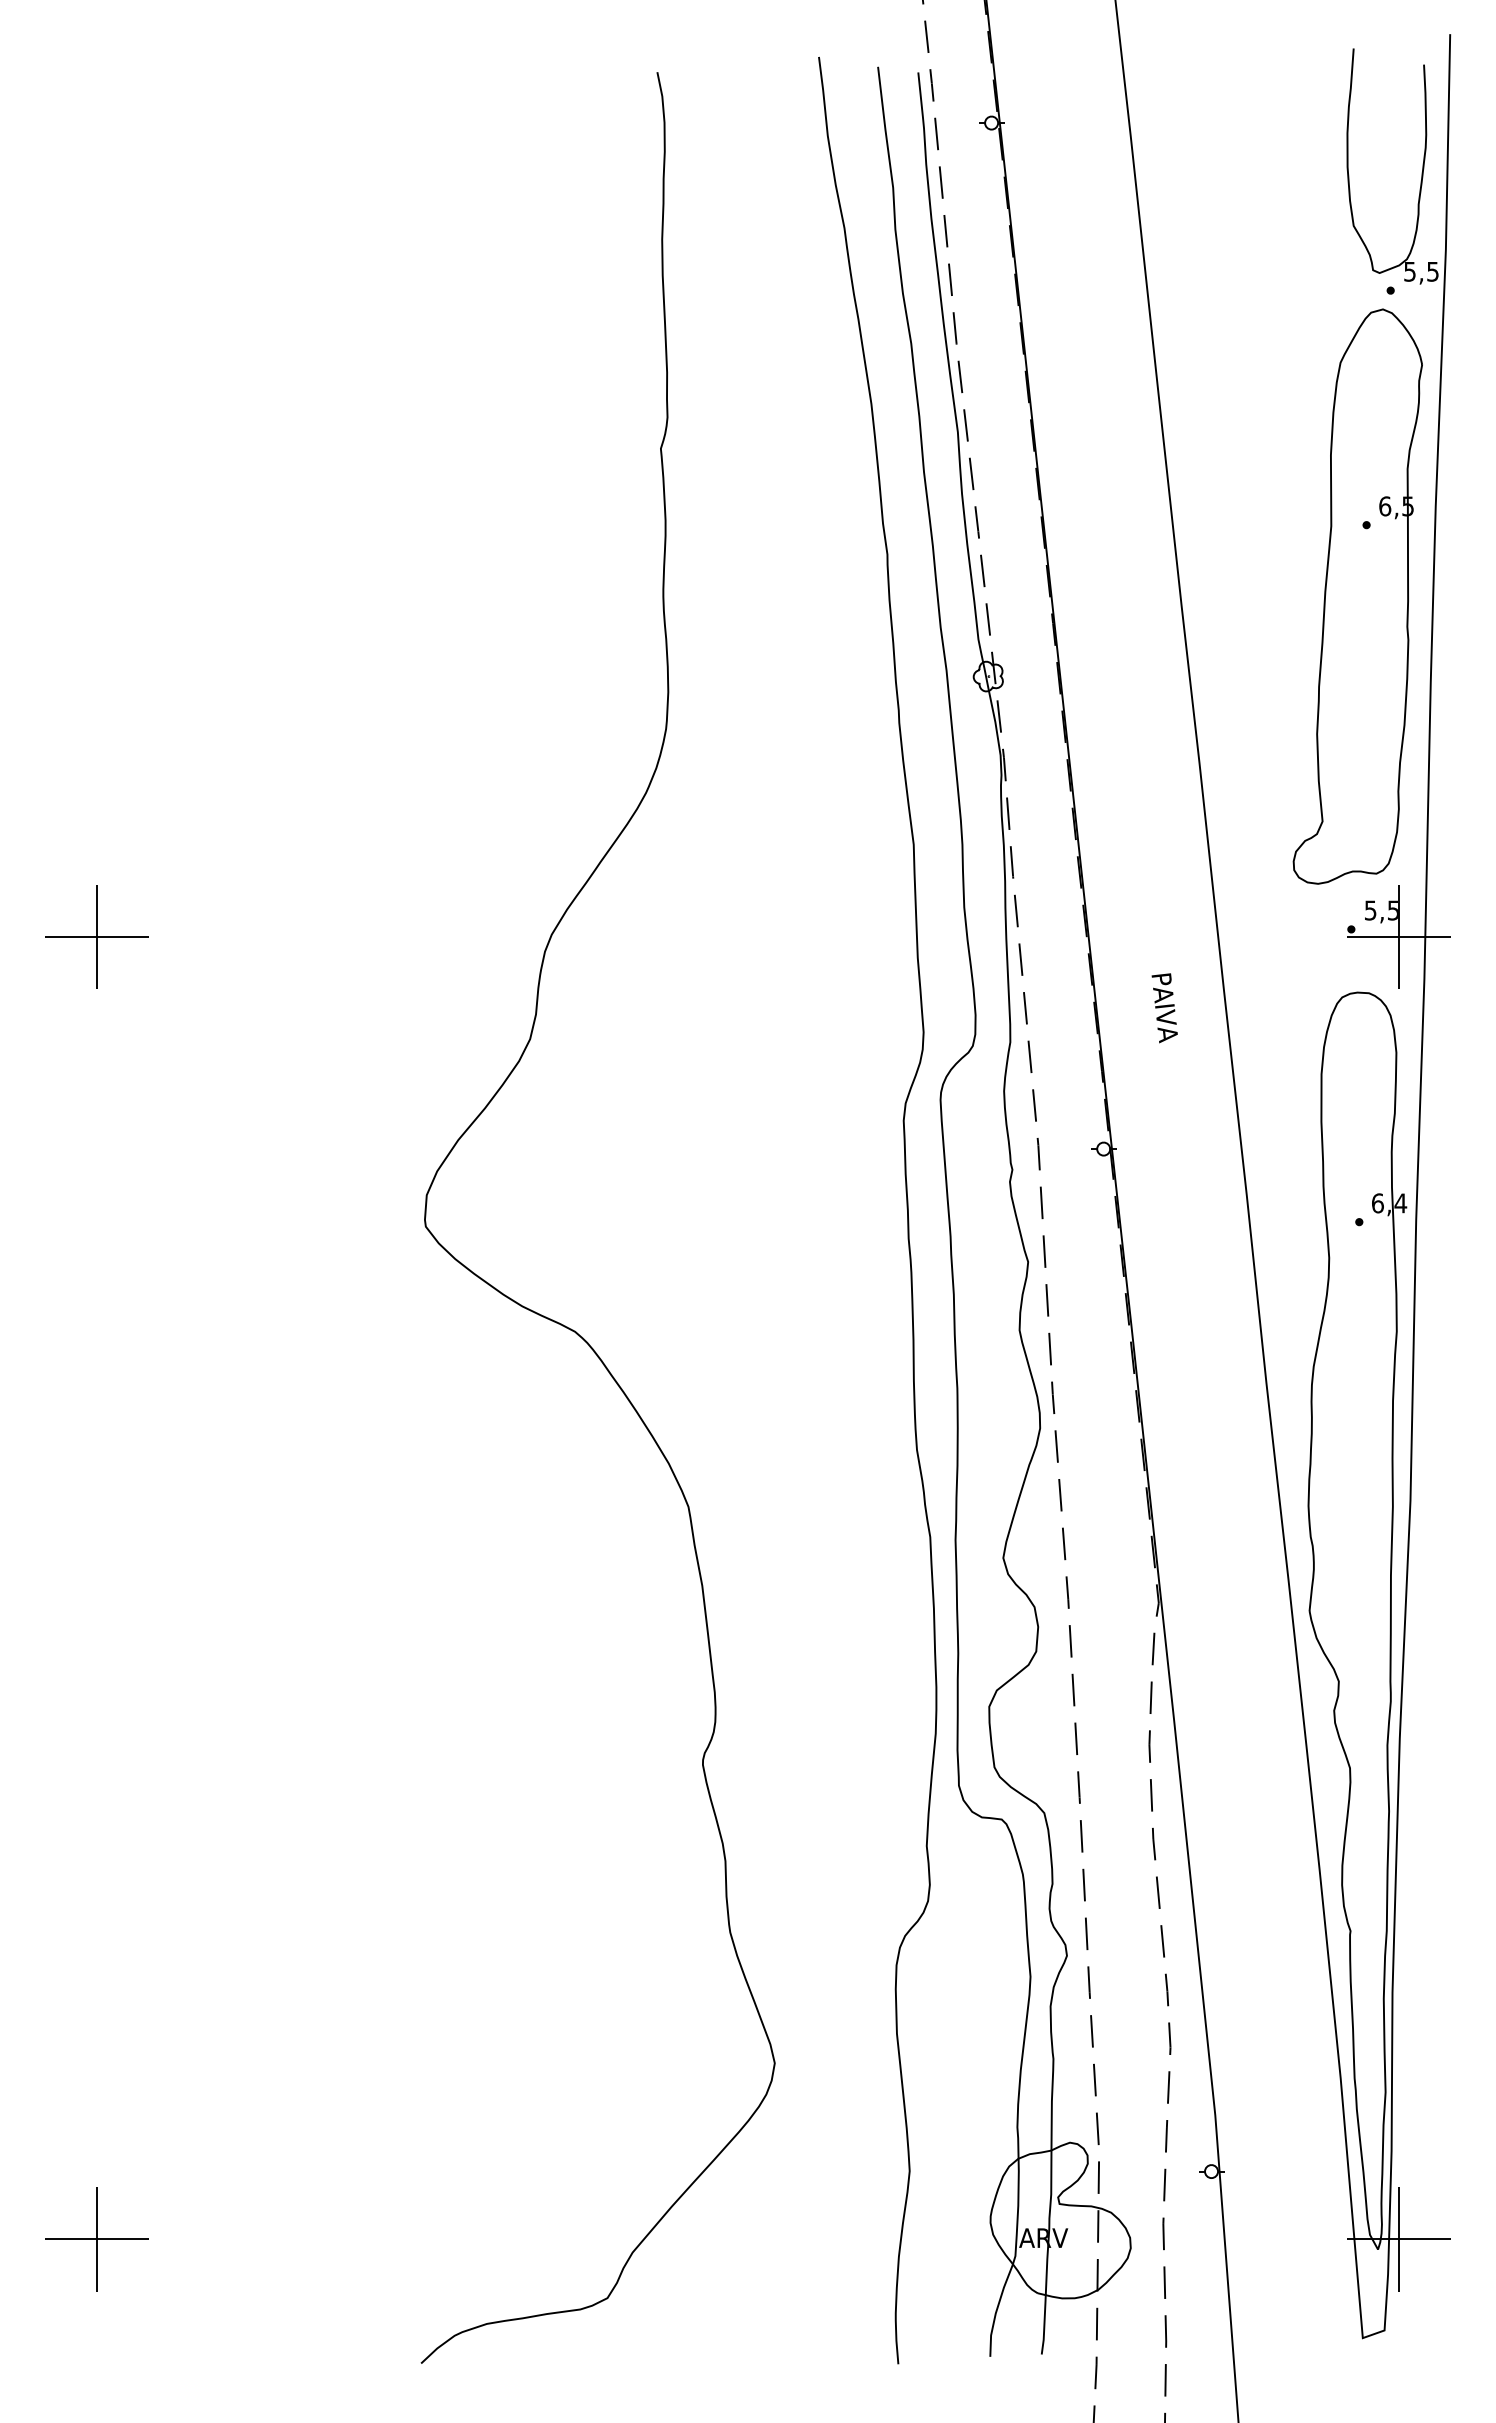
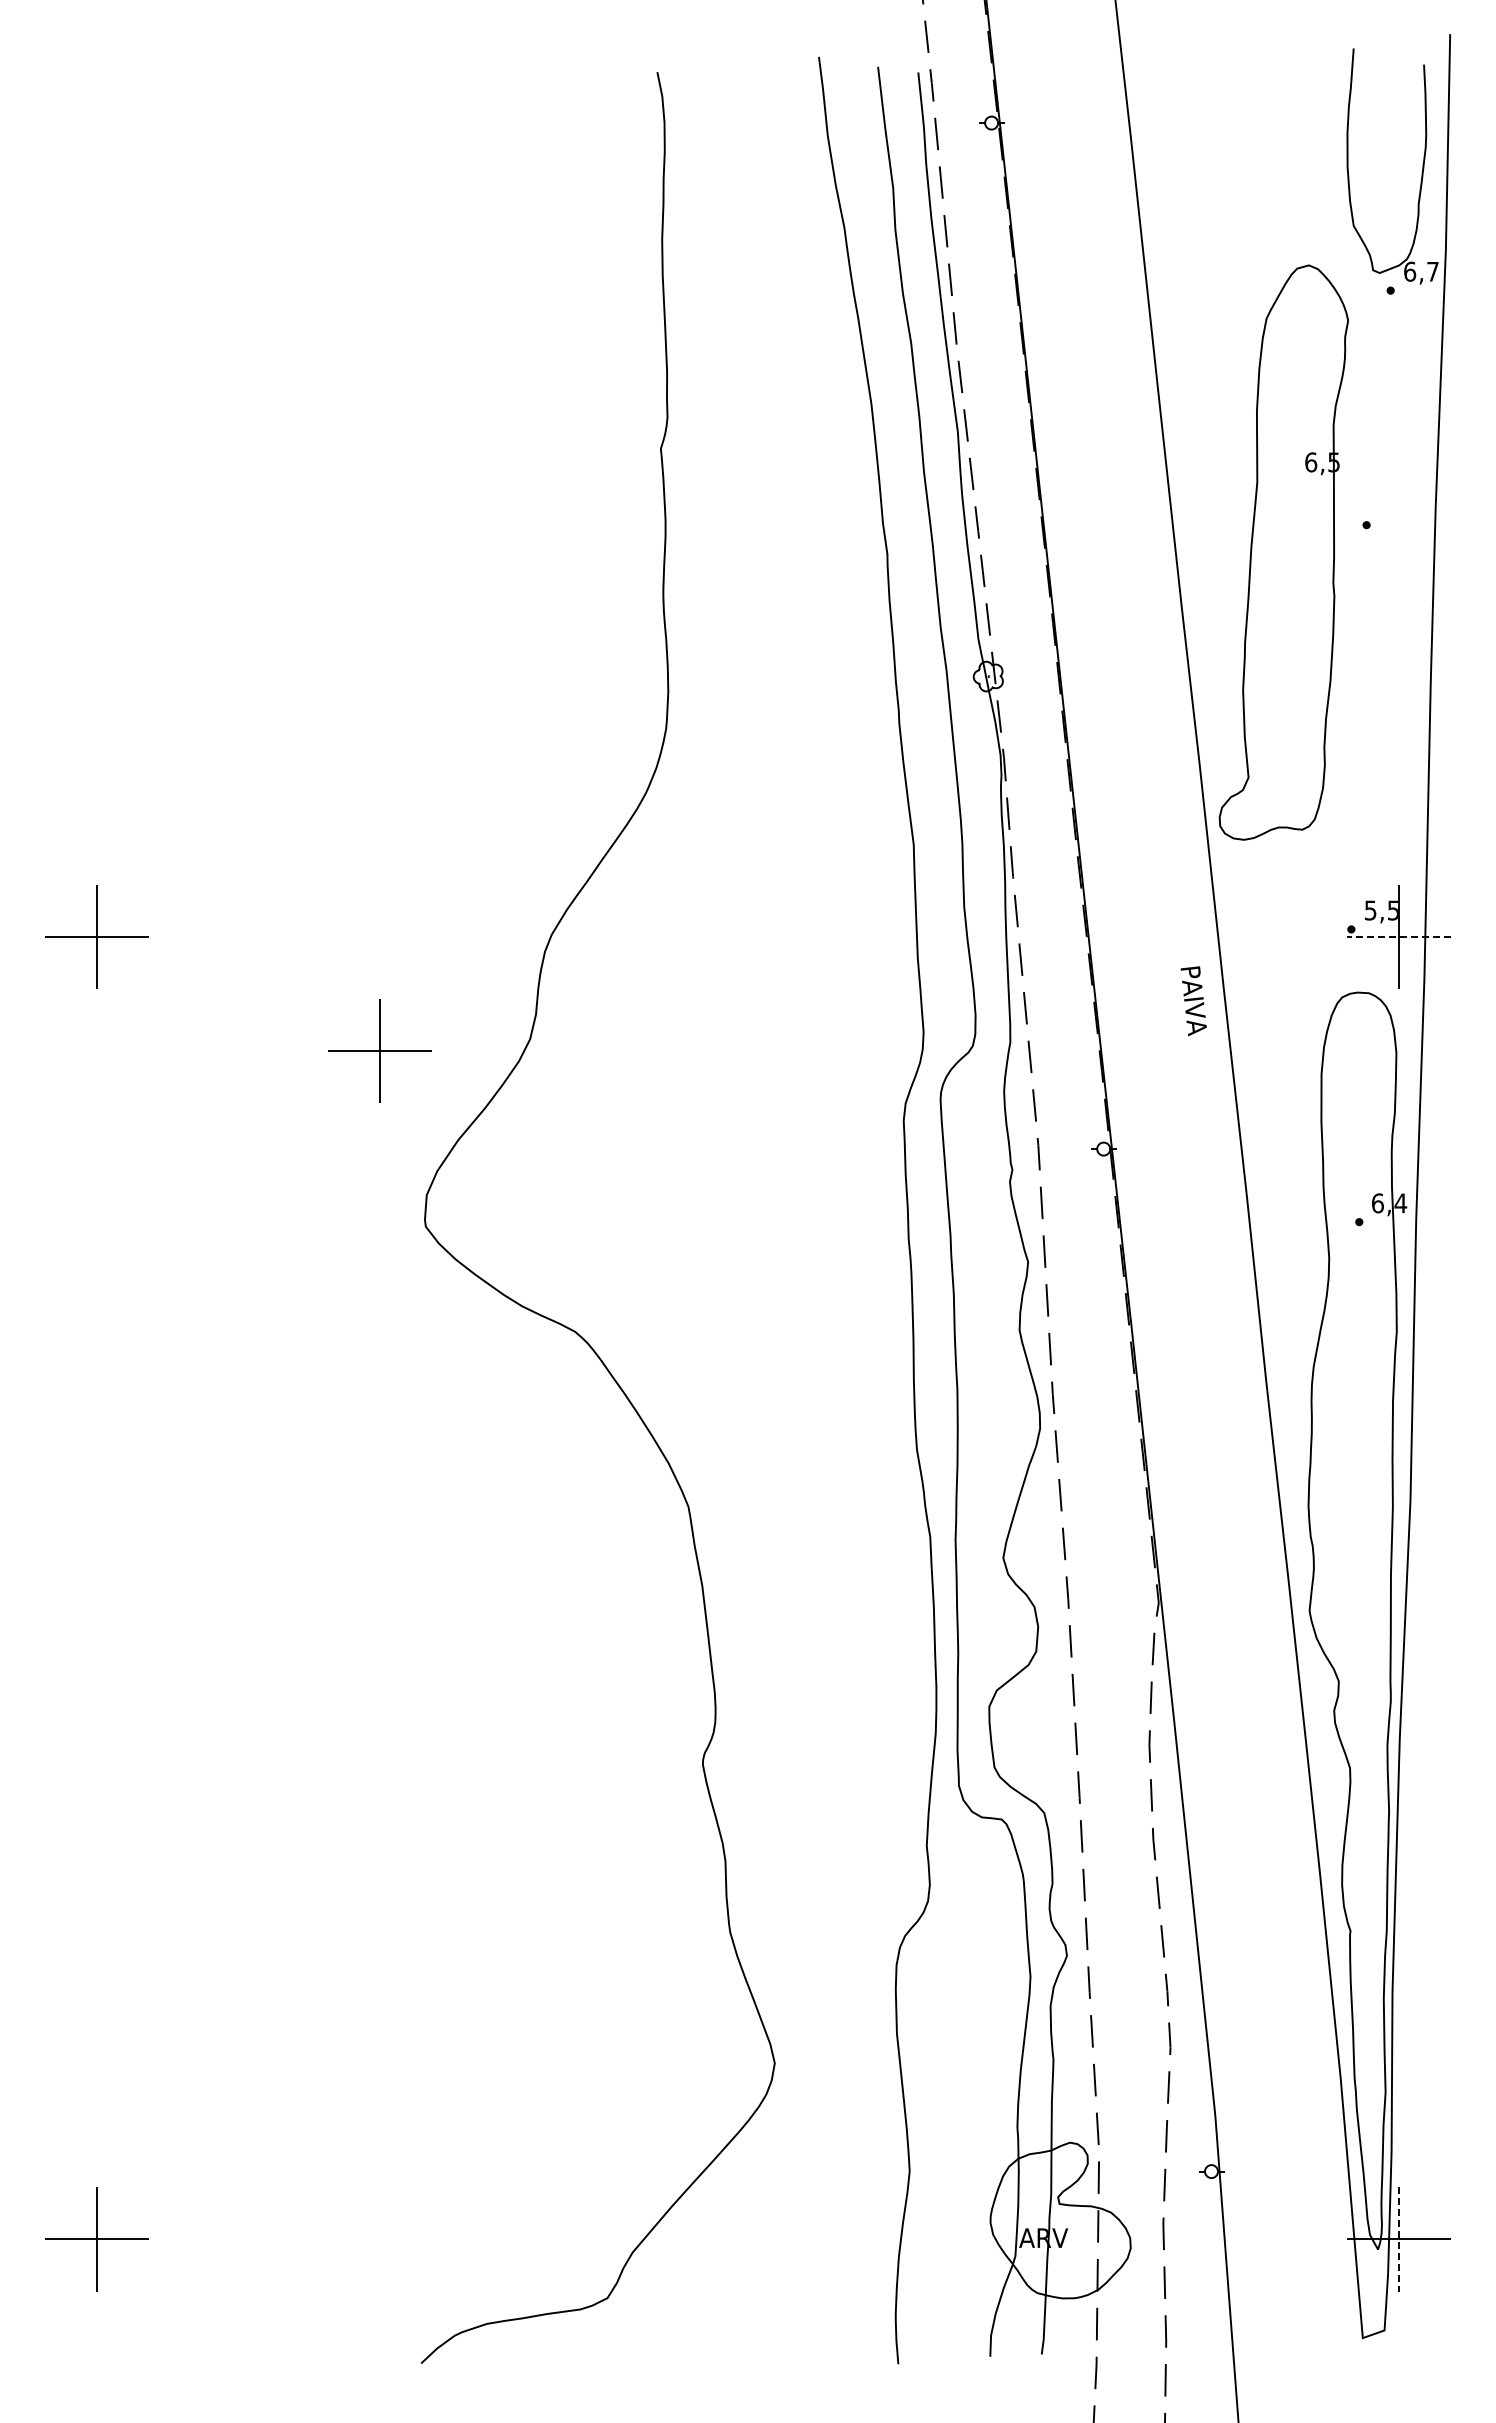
text at (1421, 271): 5,5 -> 6,7
part at (1357, 596) position: (1357, 596) -> (1283, 552)
line at (1398, 937): solid -> dashed
text at (1164, 1008) position: (1164, 1008) -> (1193, 1001)
part at (379, 1050): none -> present
line at (1399, 2239): solid -> dashed
